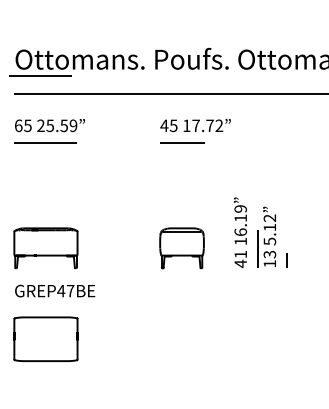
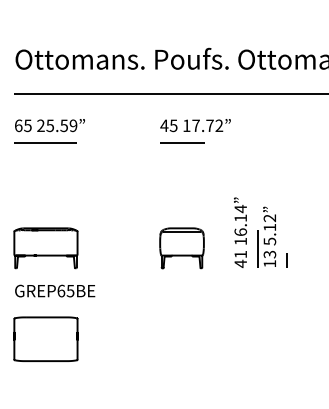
line at (40, 75): present -> none
text at (240, 208): 16.19 -> 16.14
text at (65, 290): GREP47BE -> GREP65BE
